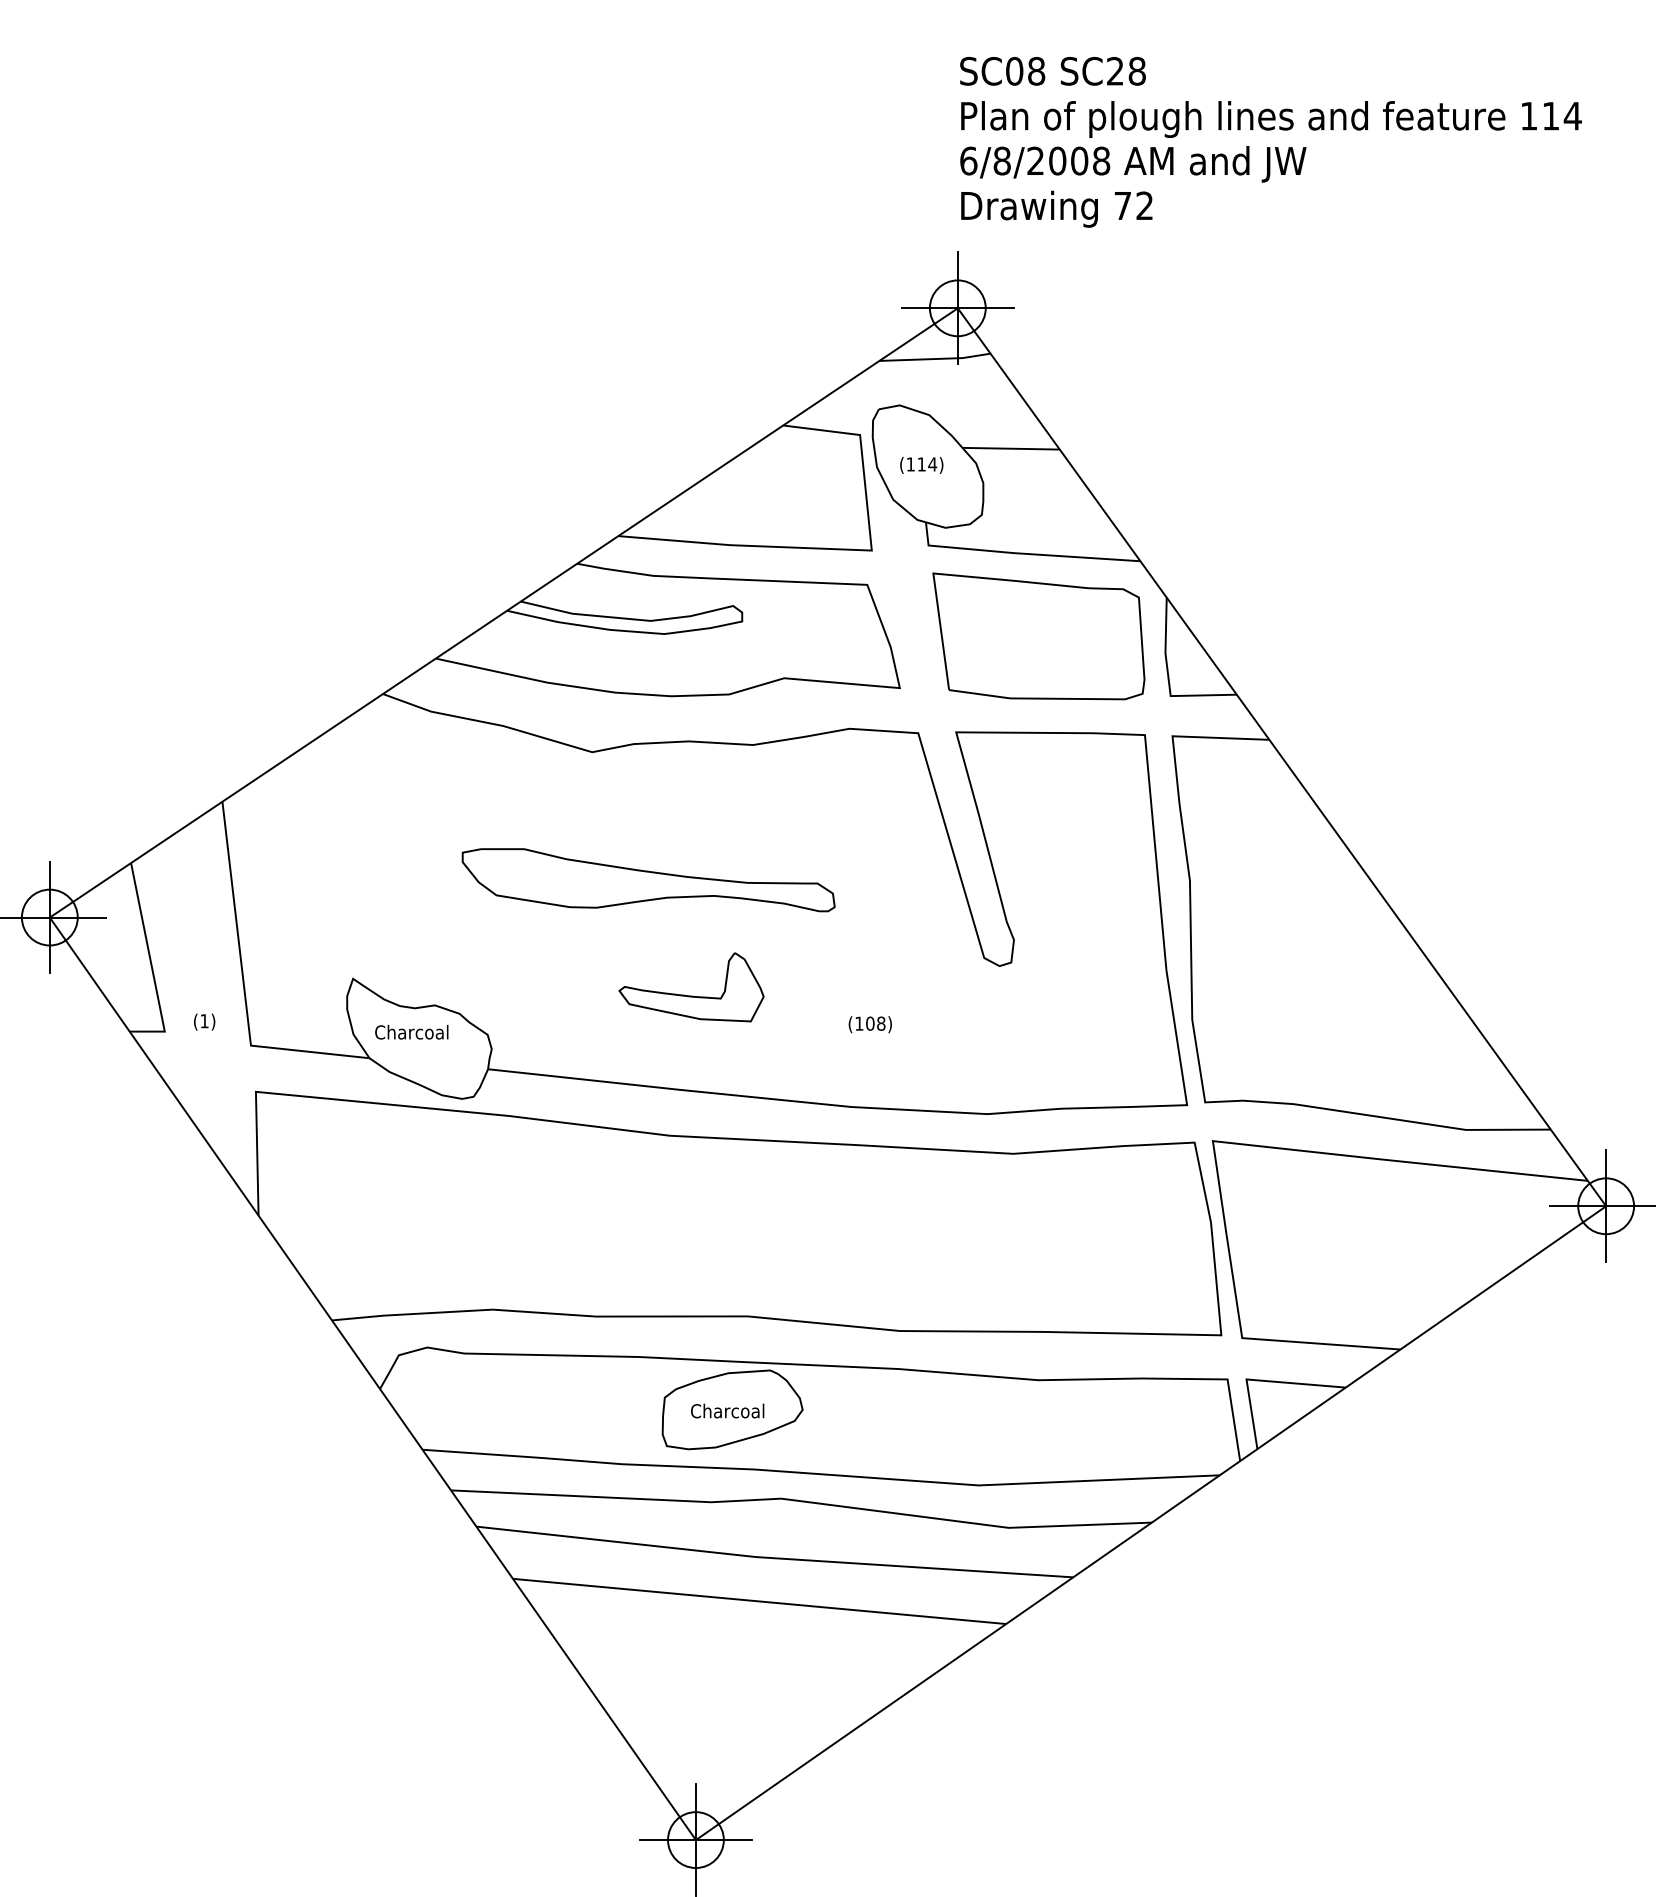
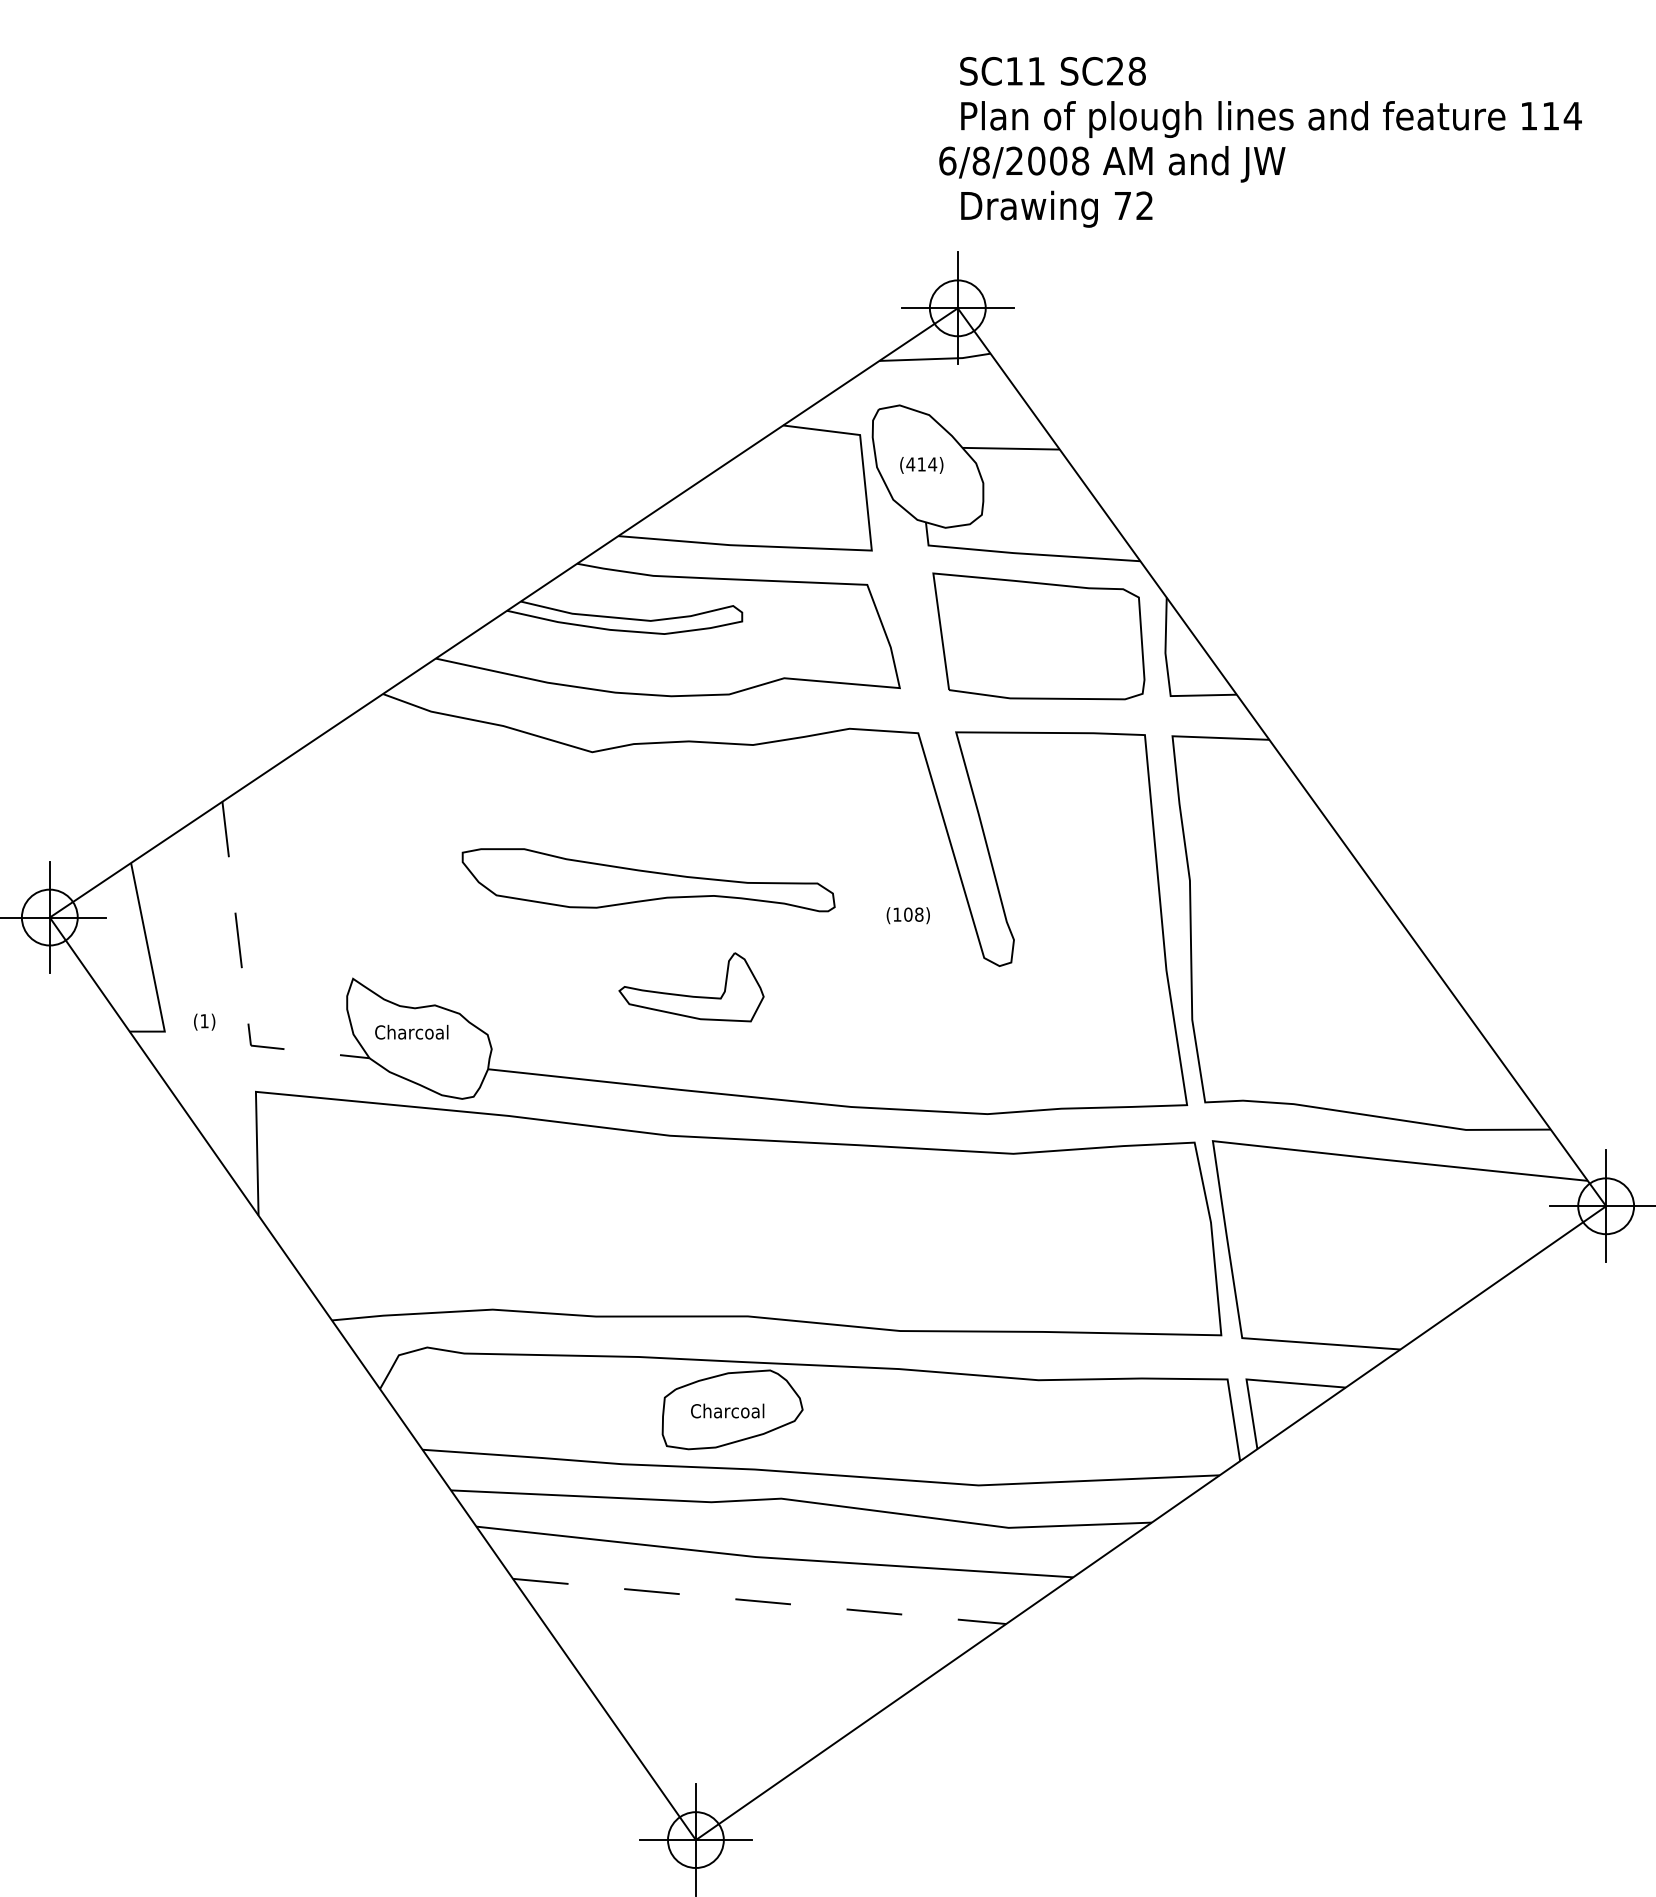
text at (1025, 70): SC08 -> SC11
text at (1133, 164) position: (1133, 164) -> (1112, 164)
text at (910, 464): (114) -> (414)
line at (243, 984): solid -> dashed
text at (869, 1024) position: (869, 1024) -> (907, 915)
line at (759, 1601): solid -> dashed
